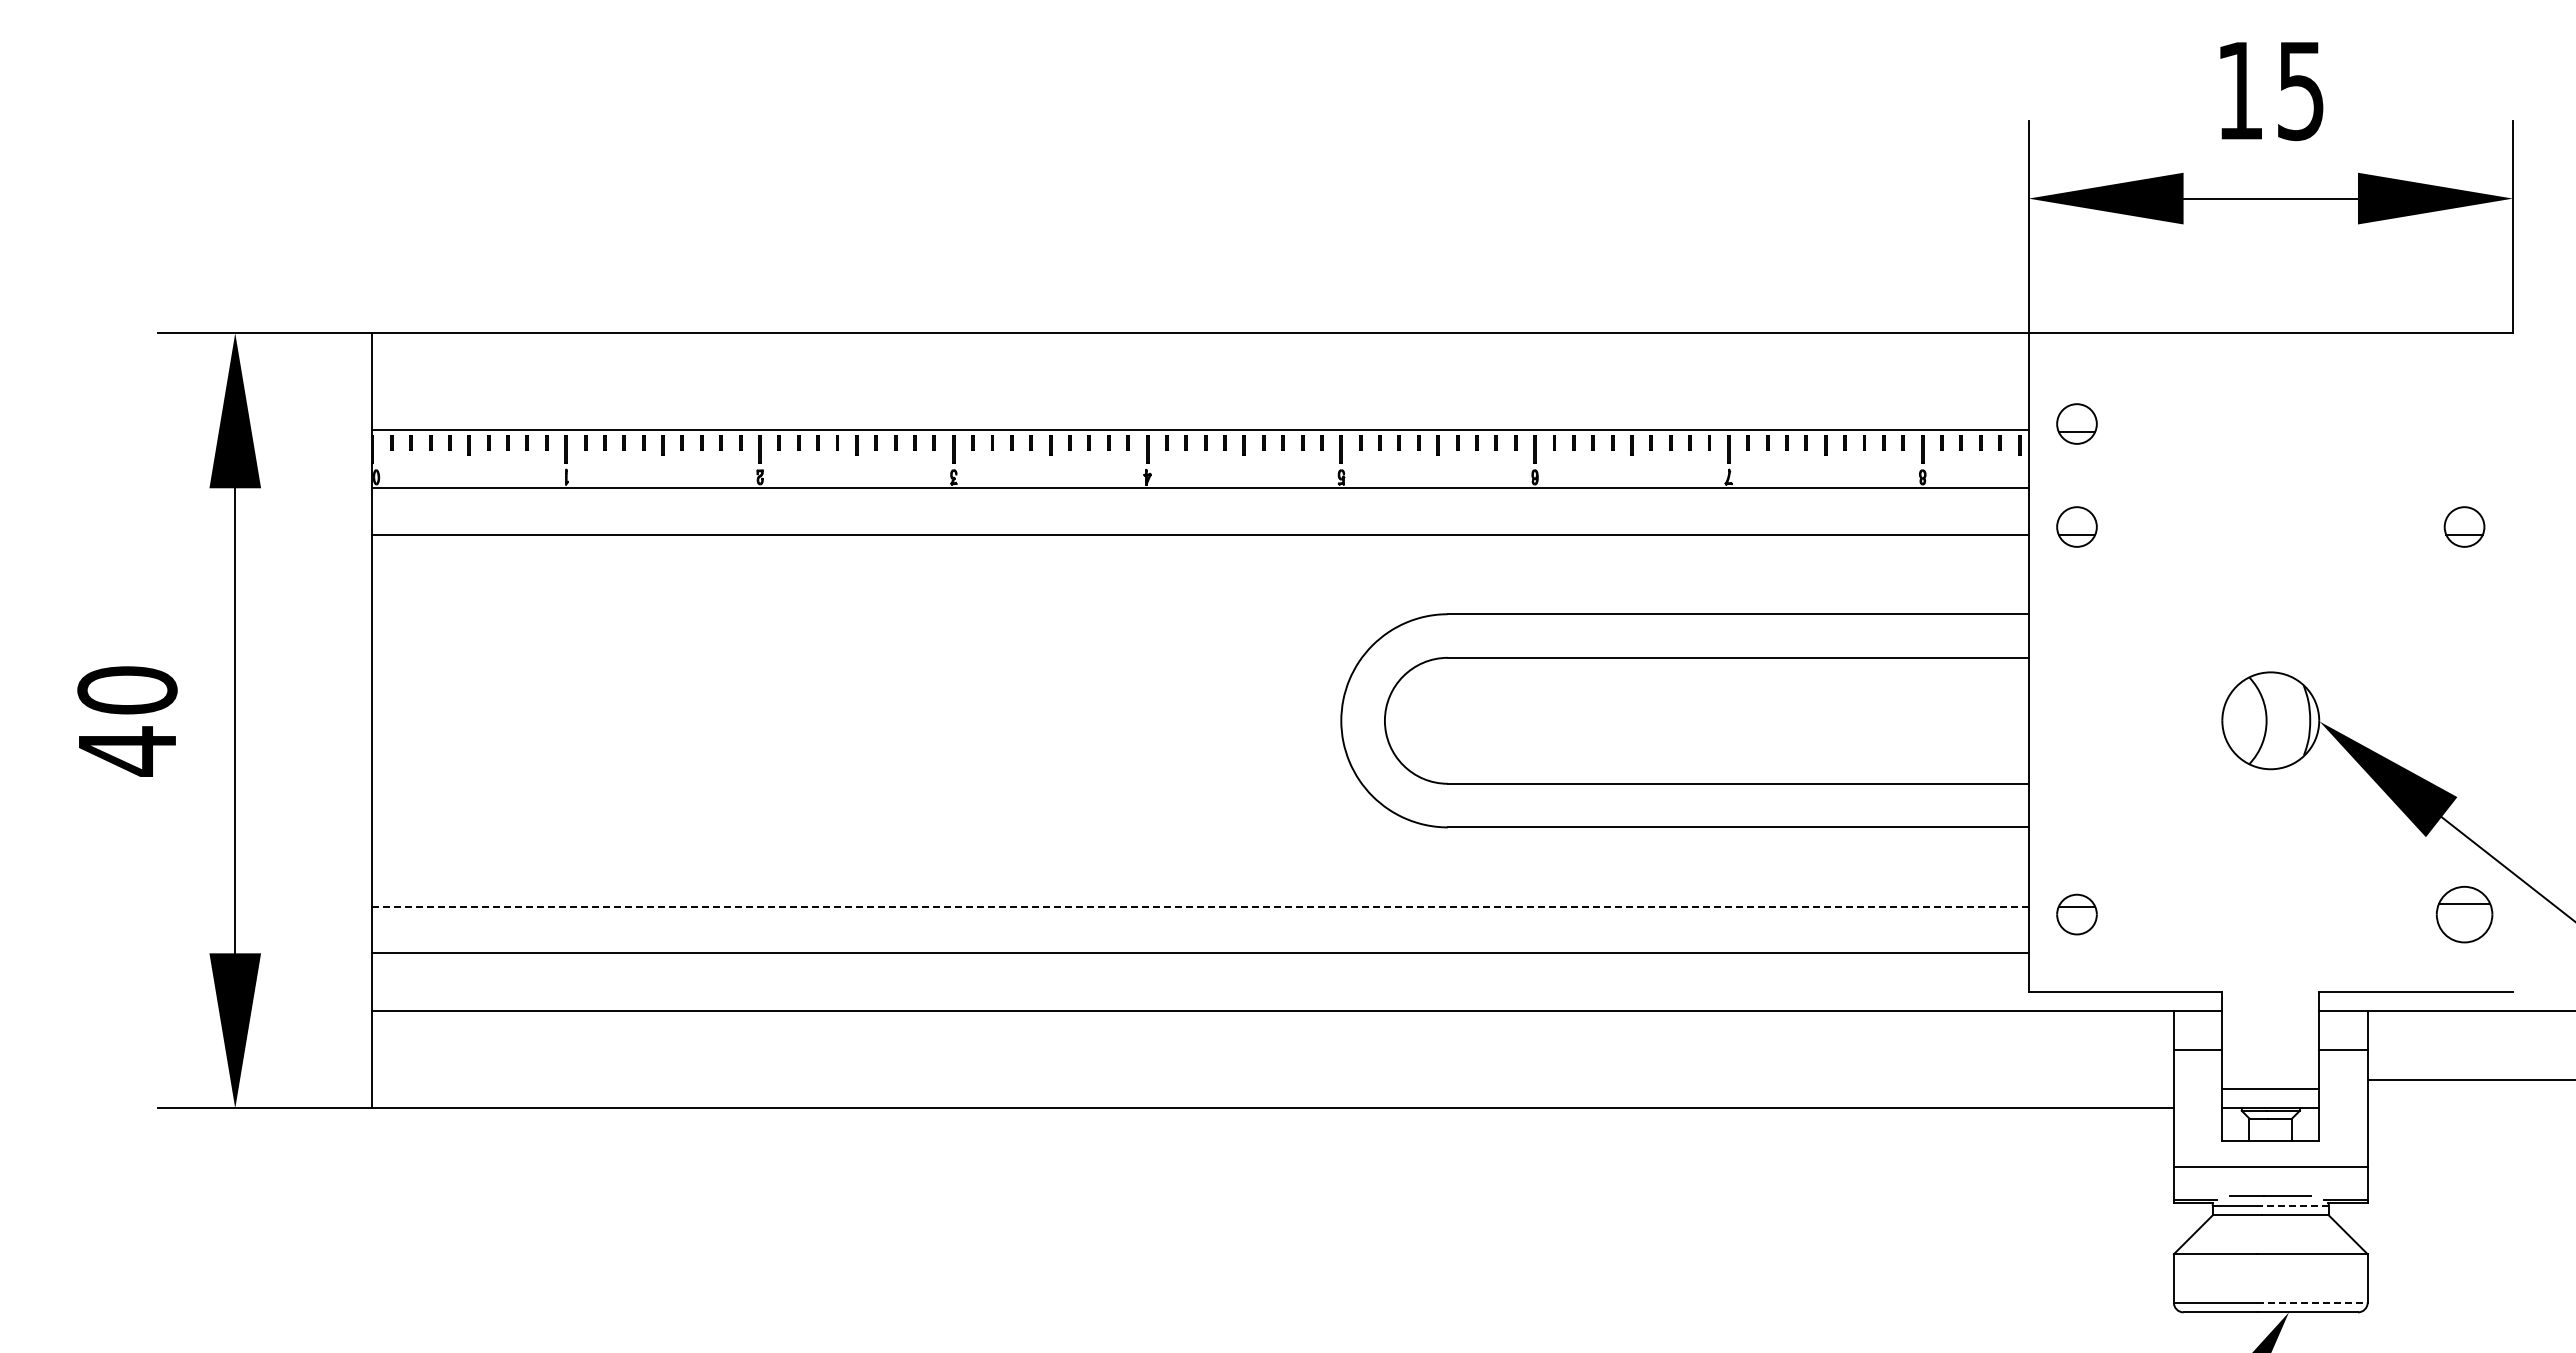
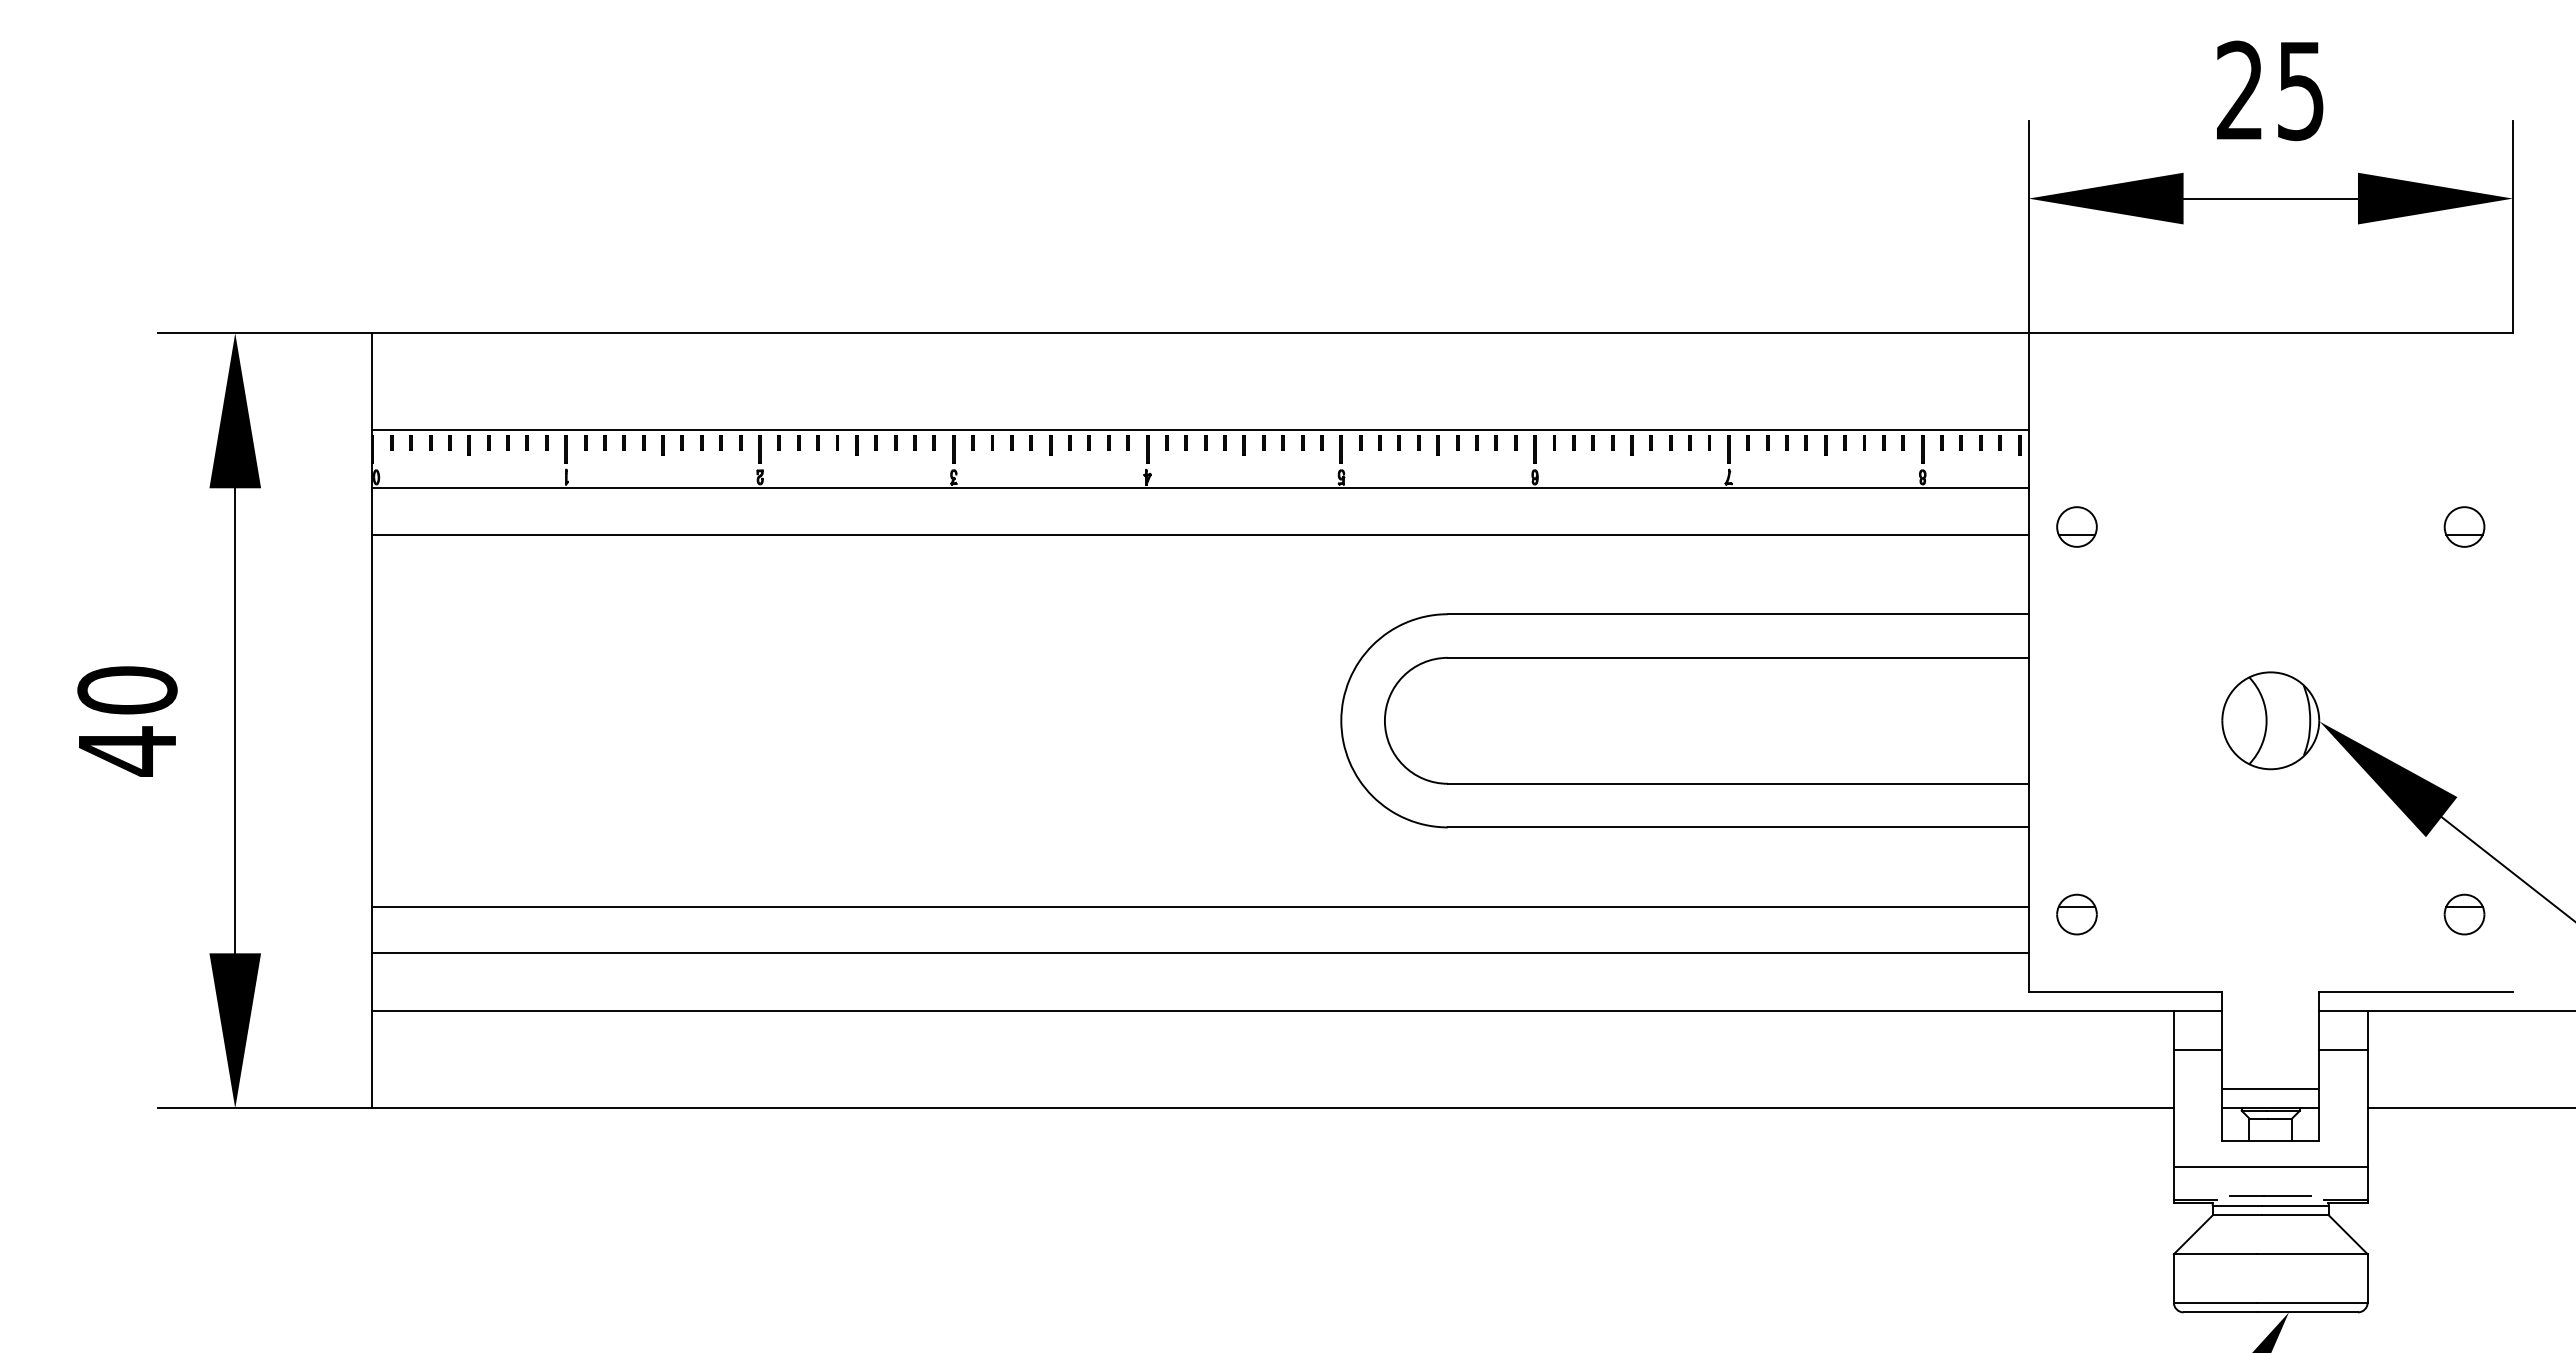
text at (2239, 89): 15 -> 25
part at (2076, 423): present -> none
line at (1199, 906): dashed -> solid
part at (2464, 914) size: 59x58 px -> 43x43 px
line at (2469, 1080) position: (2469, 1080) -> (2469, 1108)
line at (2295, 1205): dashed -> solid
line at (2312, 1302): dashed -> solid
